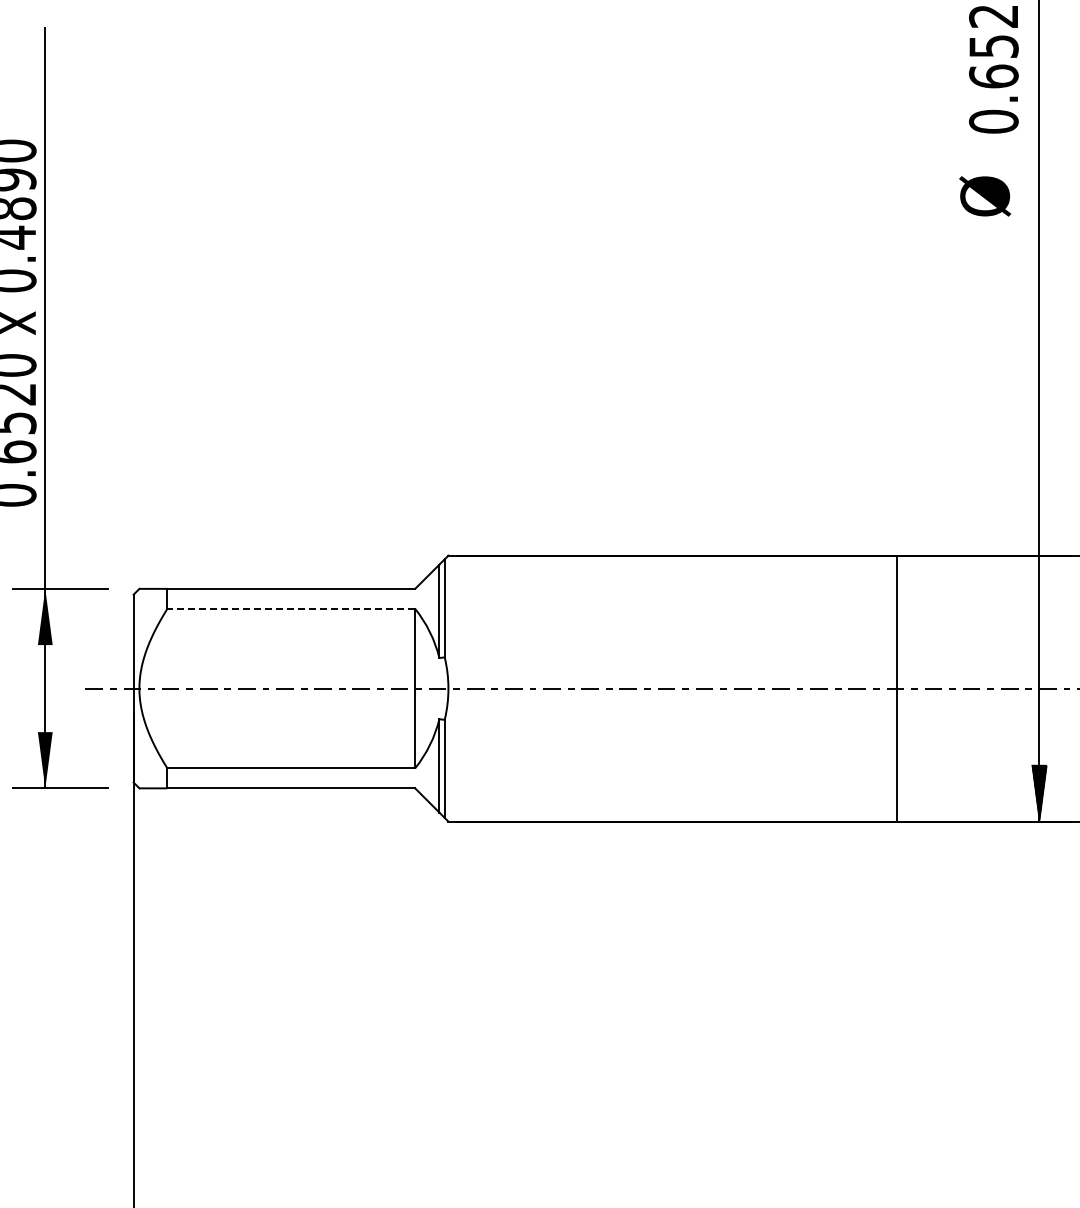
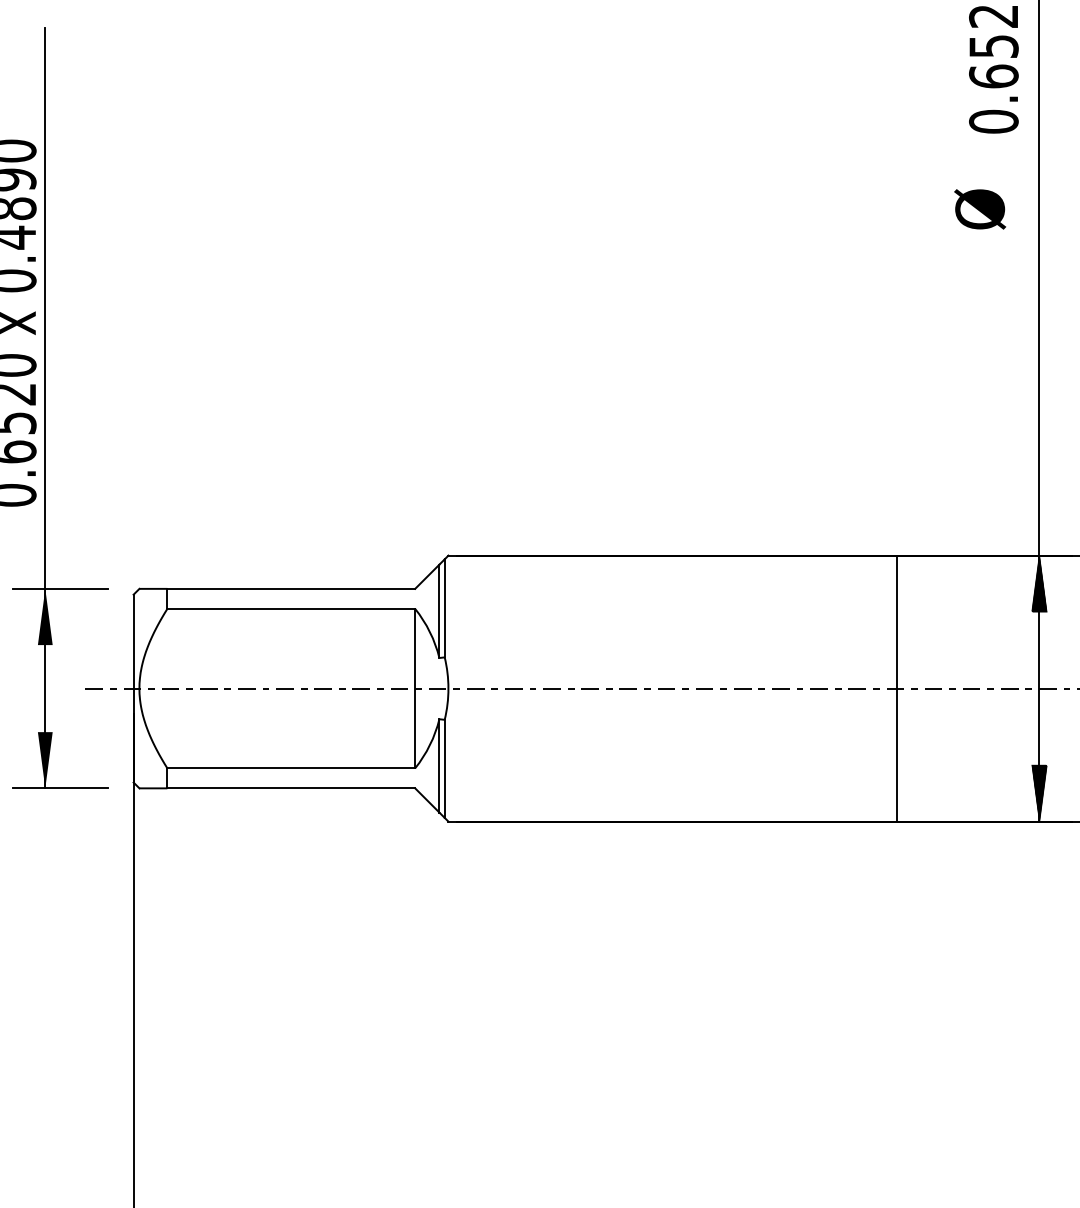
text at (985, 196) position: (985, 196) -> (980, 209)
hatch at (1039, 583): none -> present
line at (291, 608): dashed -> solid
